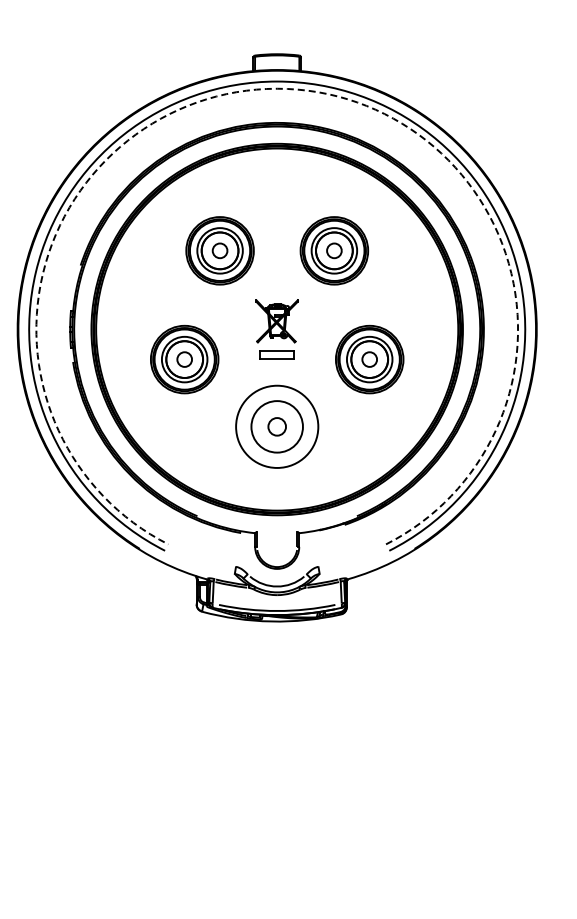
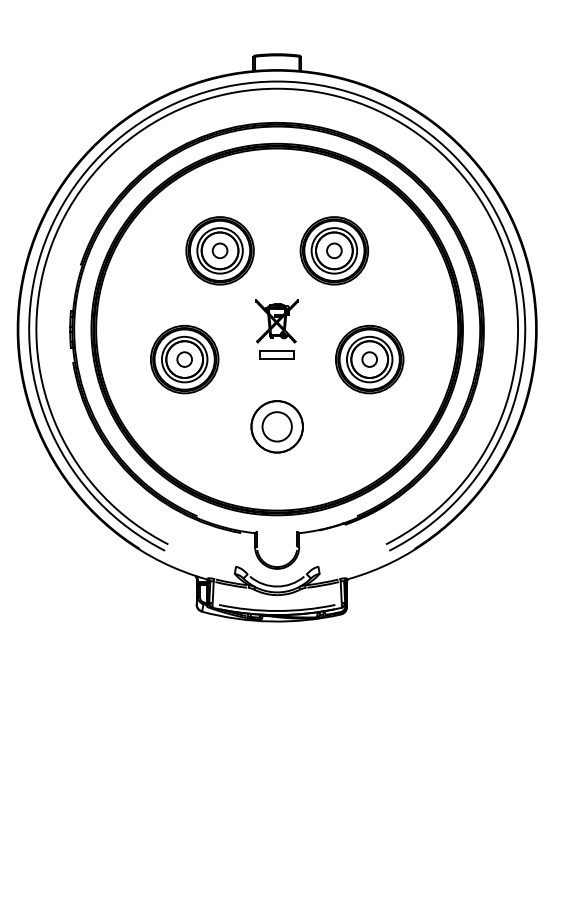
arc at (277, 88): dashed -> solid
circle at (277, 426) diameter: 18 px -> 29 px
circle at (277, 426) diameter: 82 px -> 51 px
